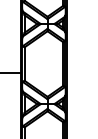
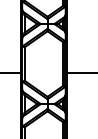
line at (80, 72): none -> present
